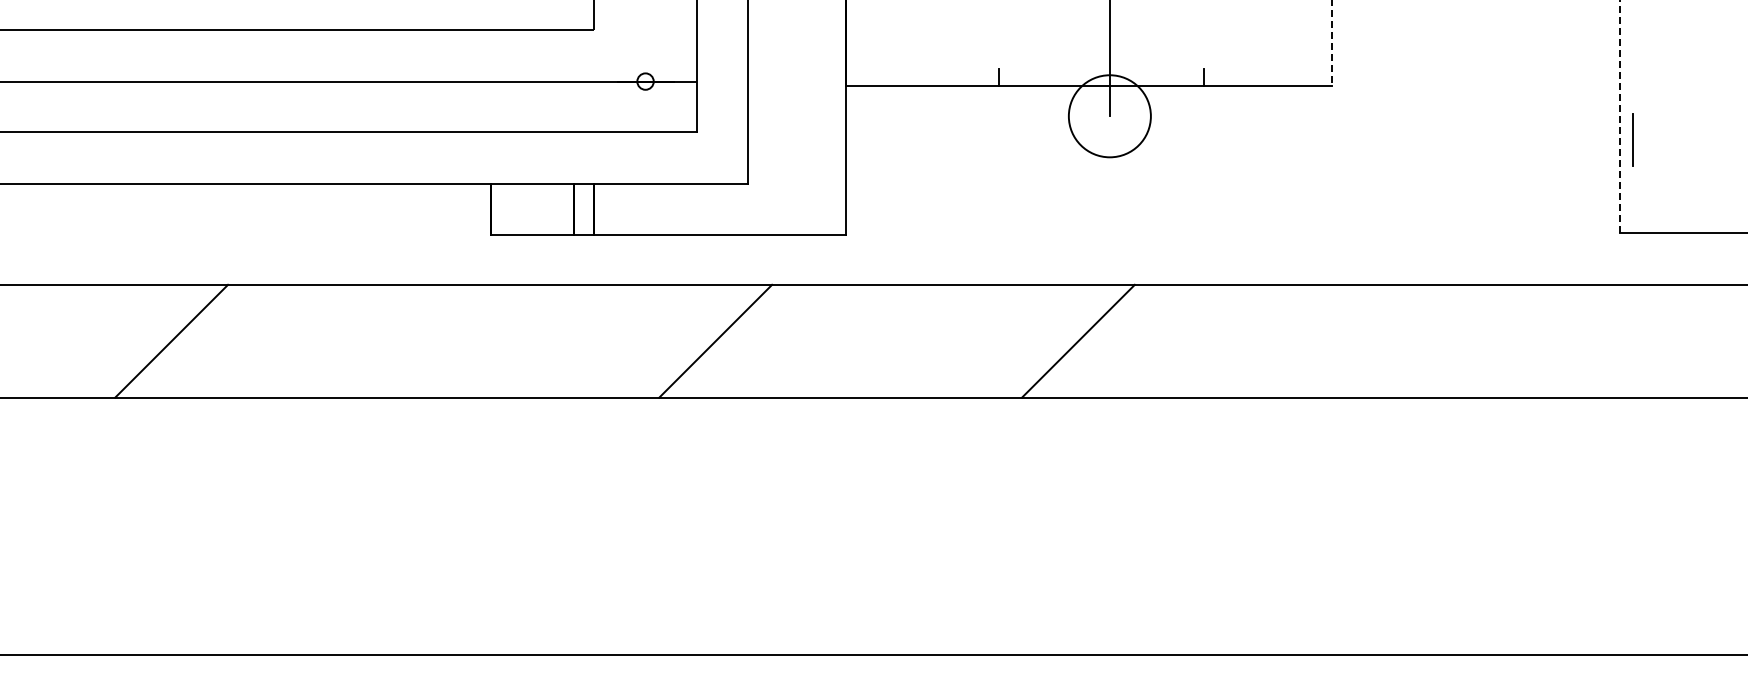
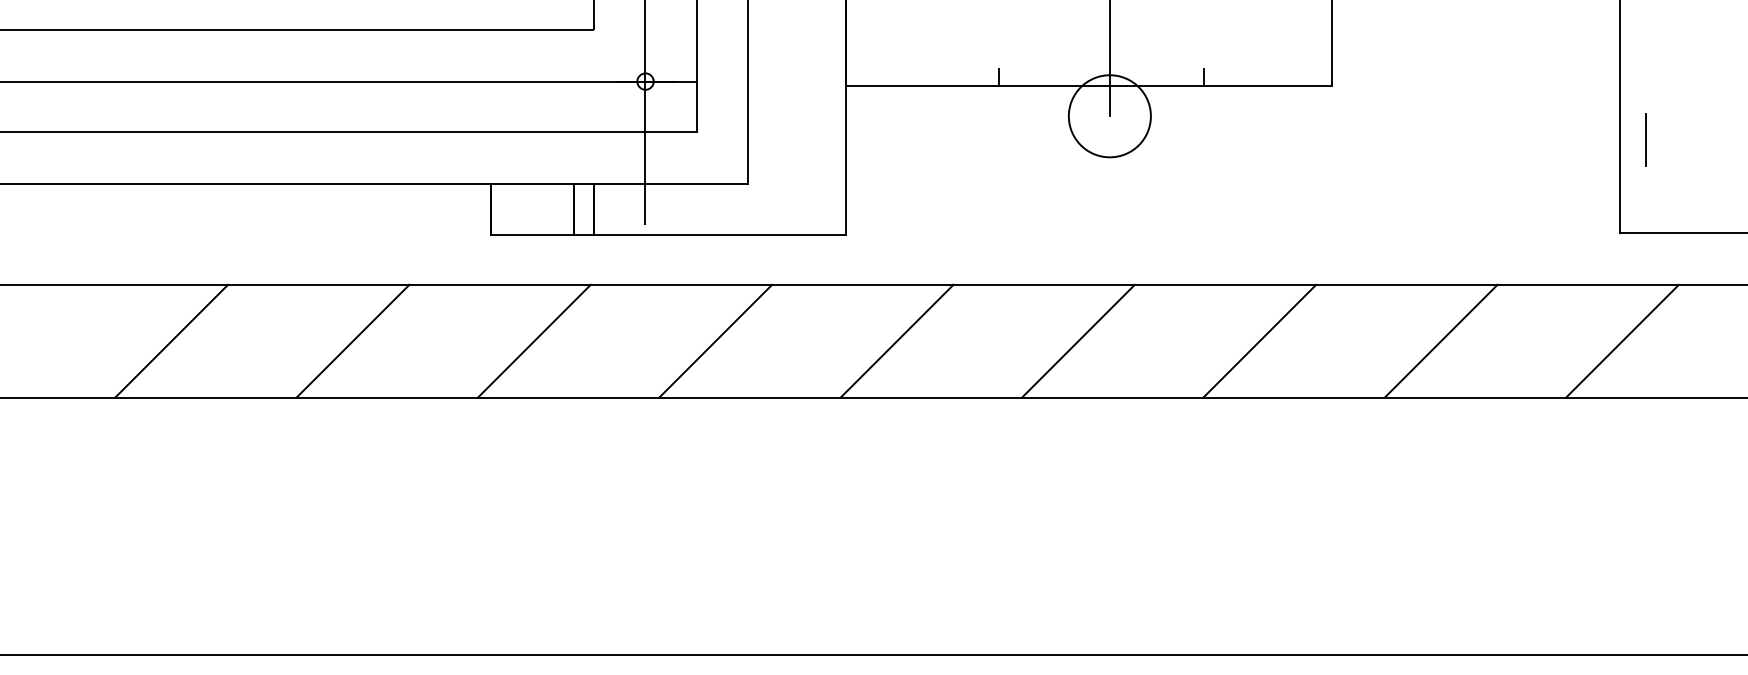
line at (1332, 43): dashed -> solid
line at (645, 113): none -> present
line at (1619, 116): dashed -> solid
line at (1632, 139) position: (1632, 139) -> (1645, 139)
line at (352, 340): none -> present
line at (533, 340): none -> present
line at (896, 340): none -> present
line at (1259, 340): none -> present
line at (1440, 340): none -> present
line at (1622, 340): none -> present
